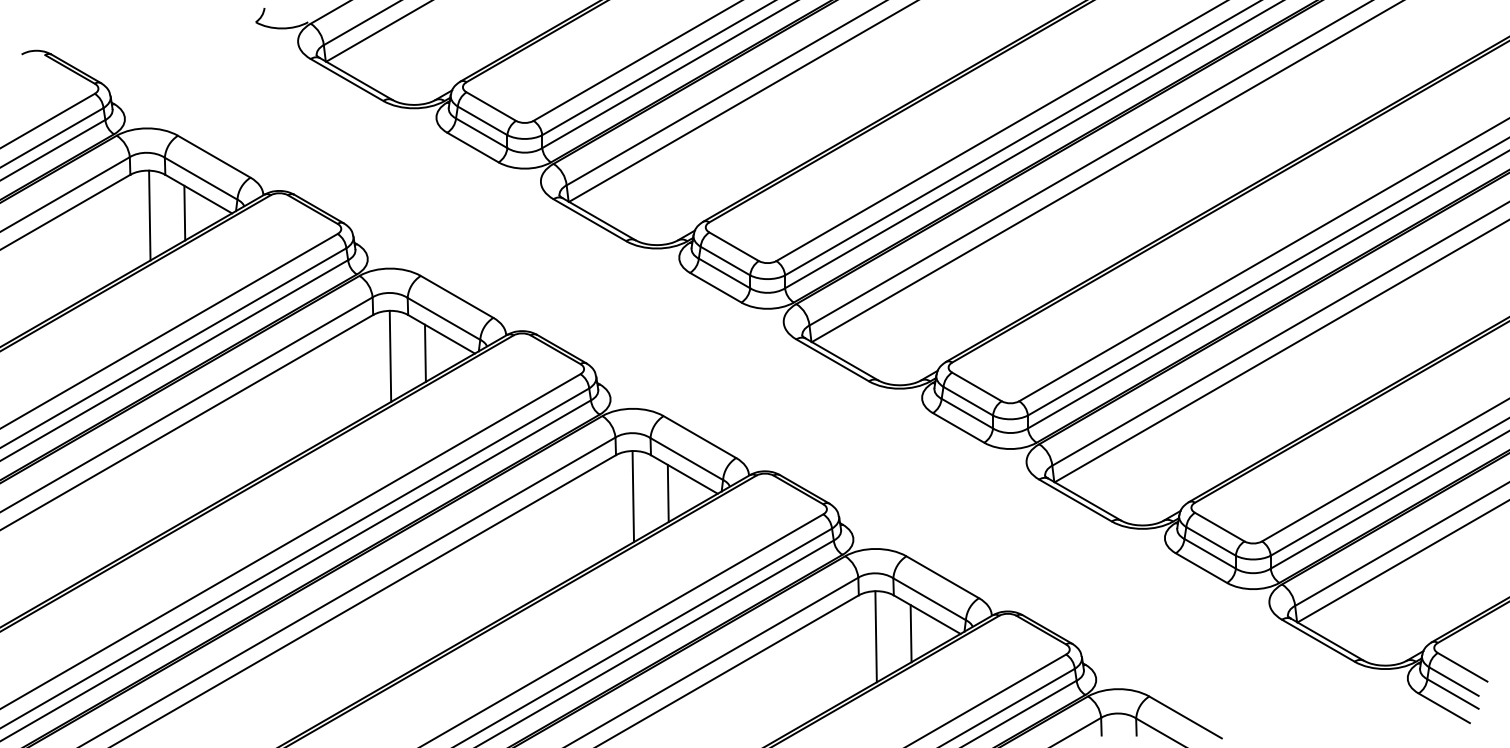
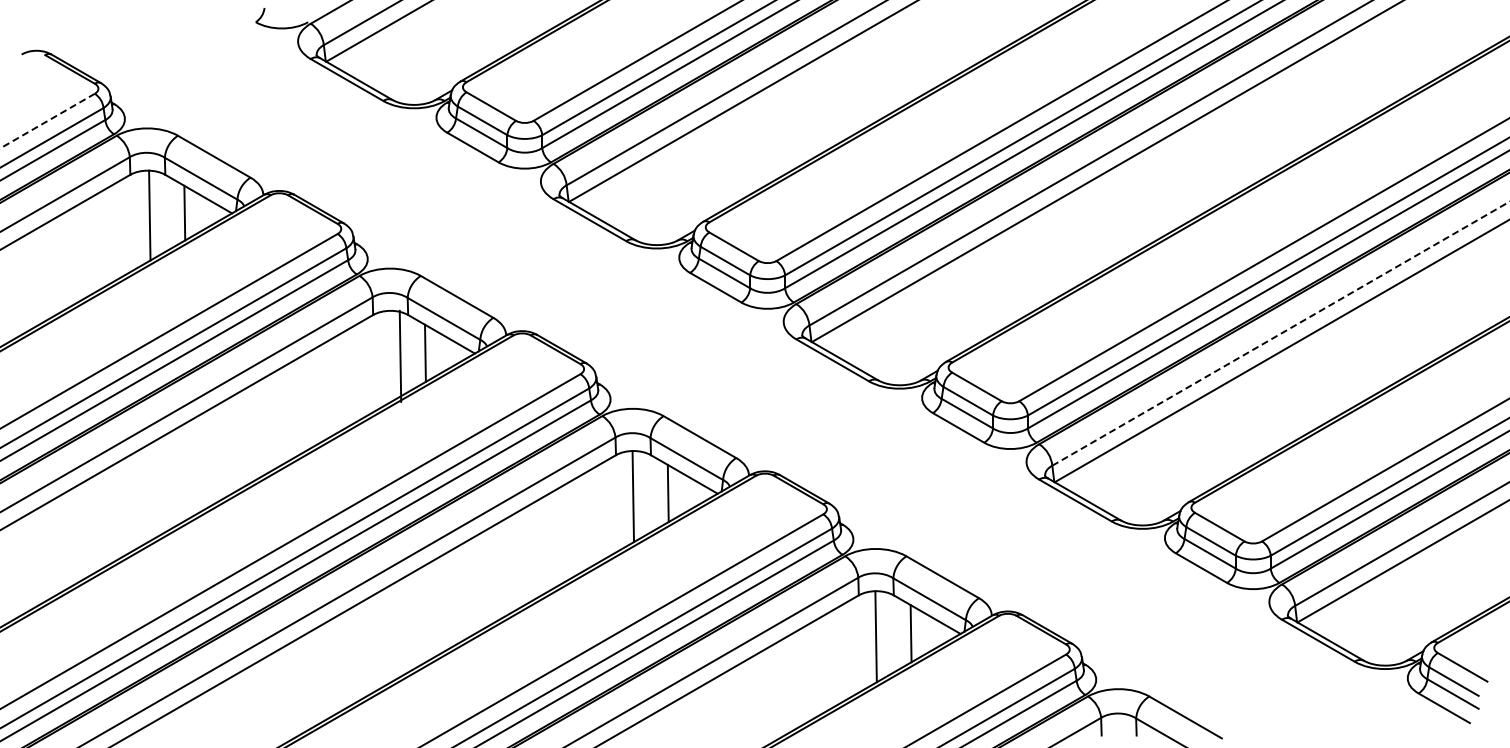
line at (48, 120): solid -> dashed
line at (1280, 333): solid -> dashed
line at (390, 355) position: (390, 355) -> (400, 355)
